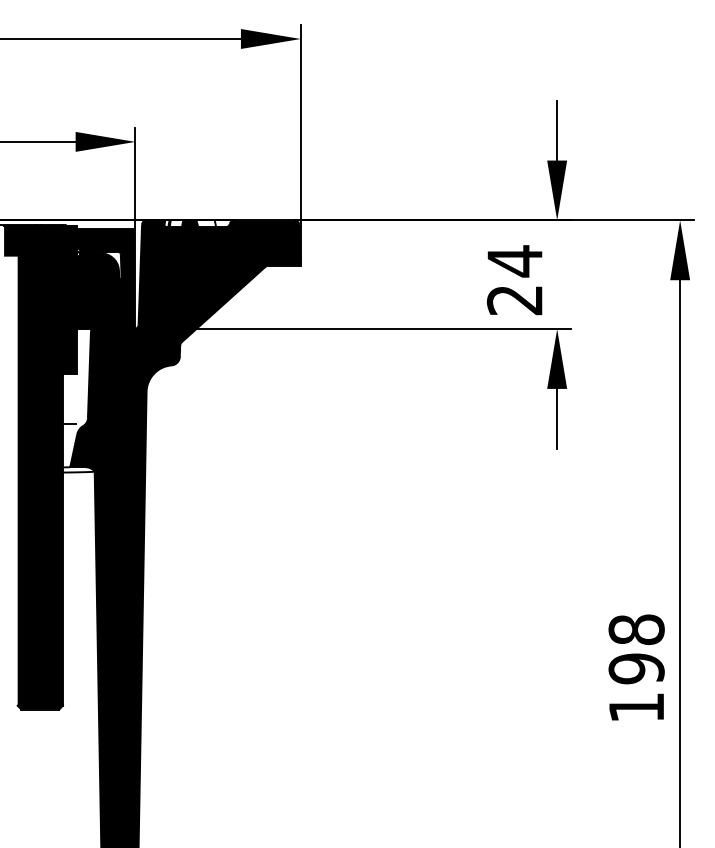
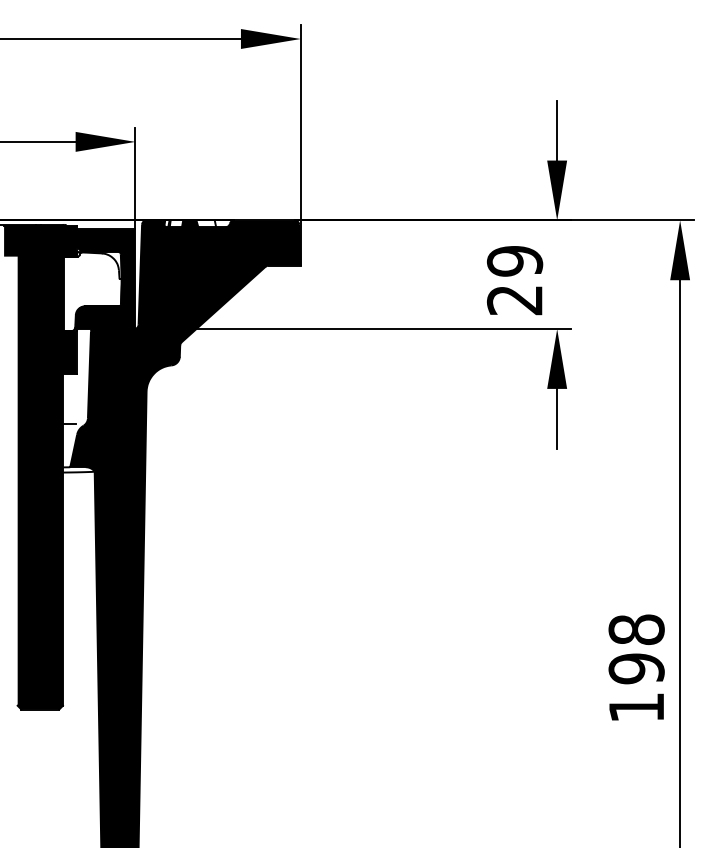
text at (514, 261): 24 -> 29
fill at (92, 291): present -> none
